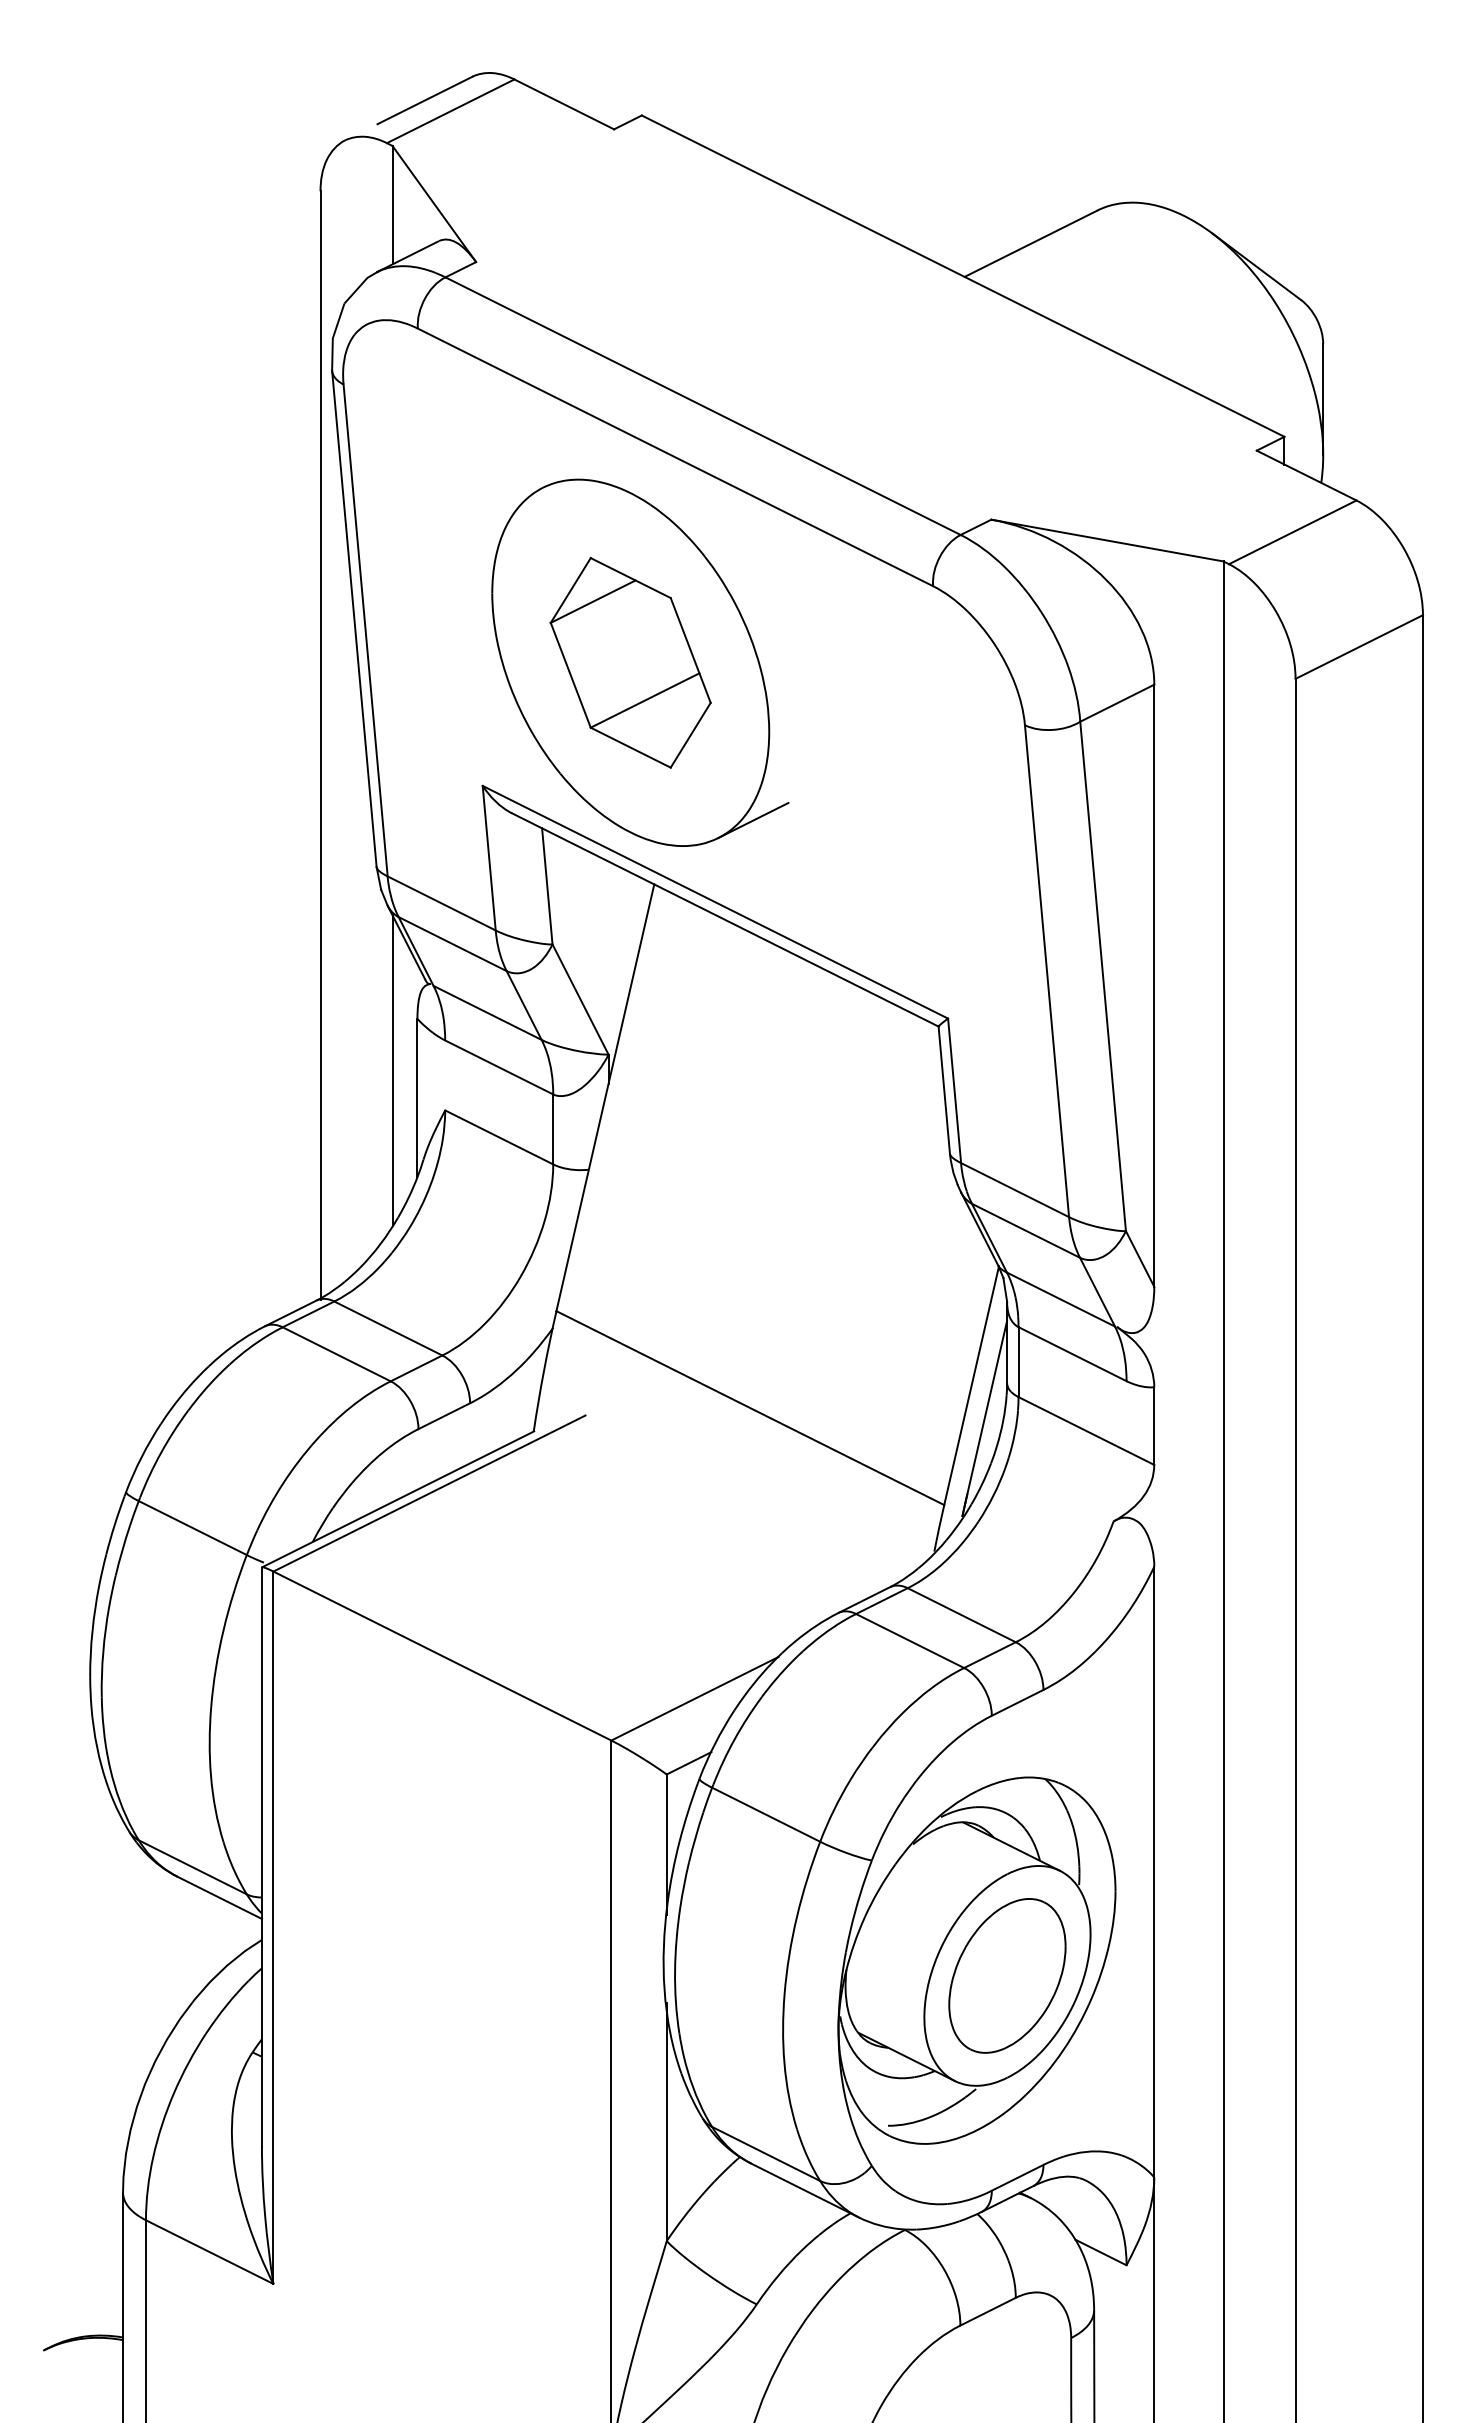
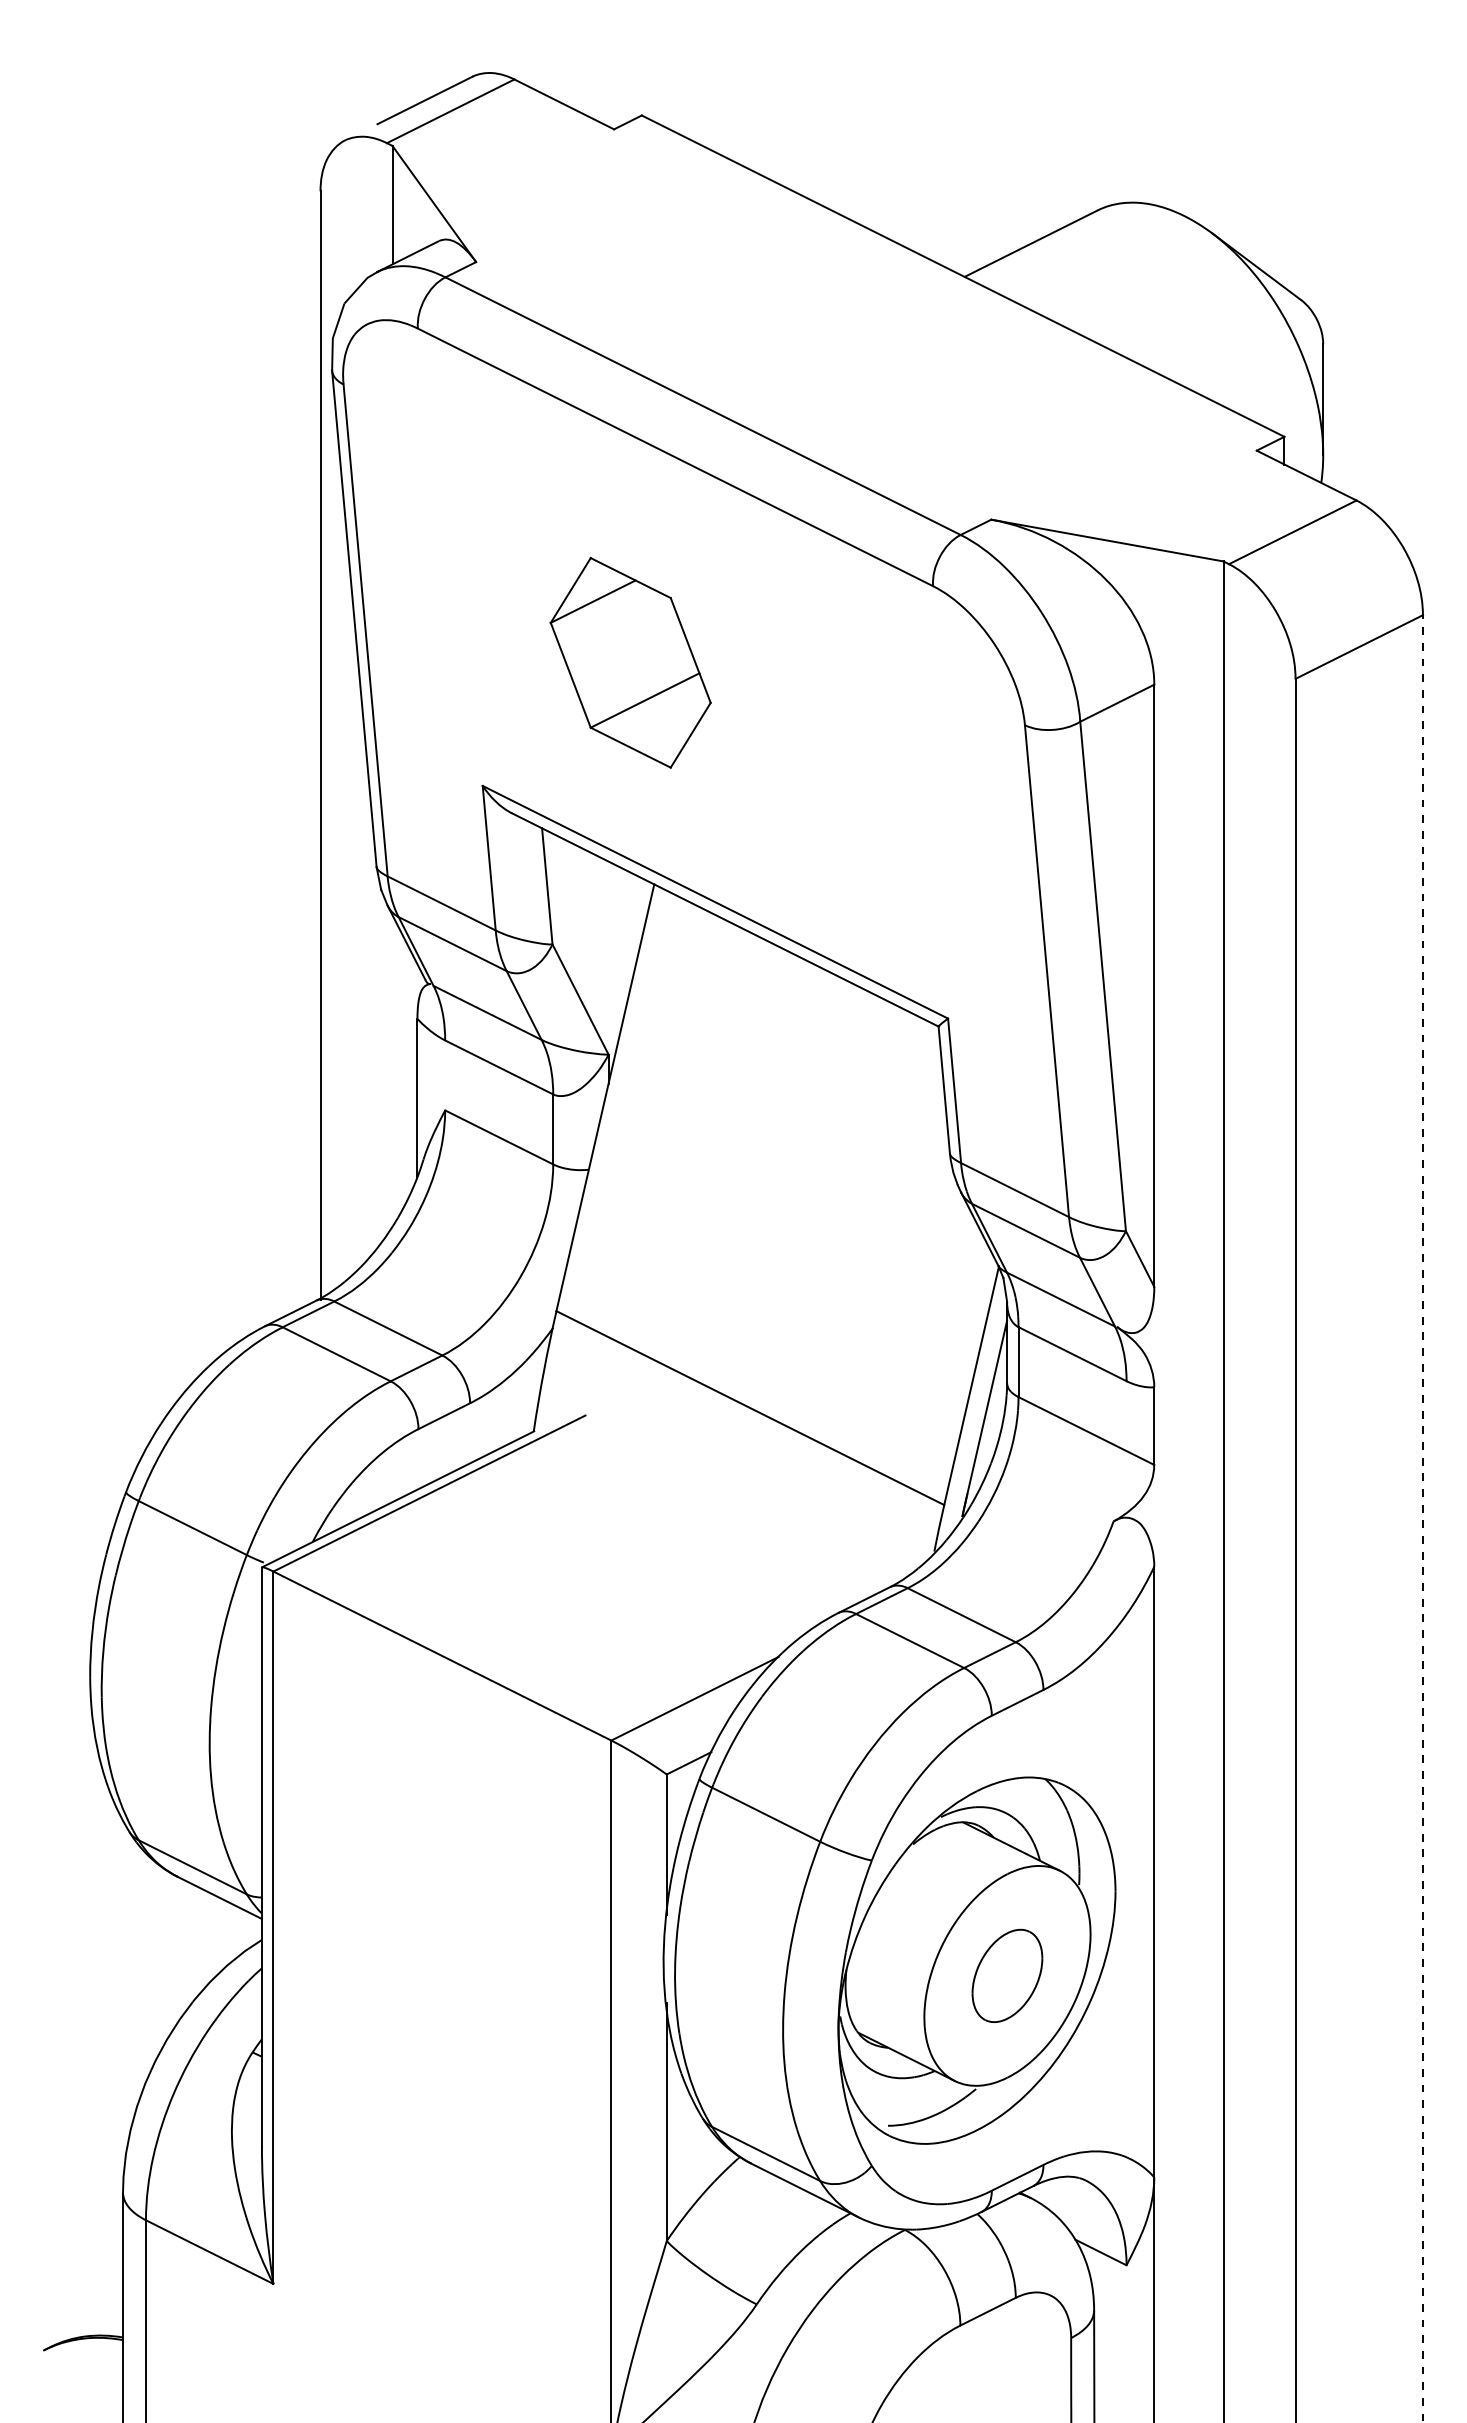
part at (640, 662): present -> none
line at (392, 1070): present -> none
line at (1422, 1518): solid -> dashed
part at (1007, 1975) size: 119x156 px -> 73x95 px
